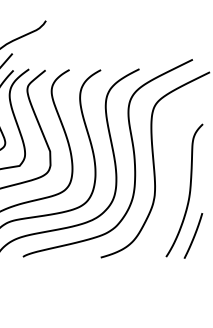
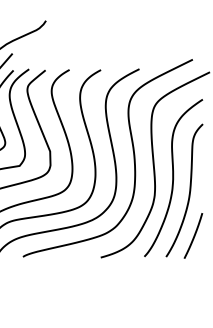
curve at (173, 178): none -> present
